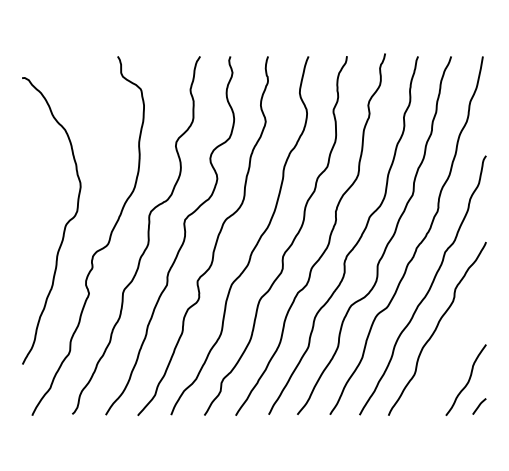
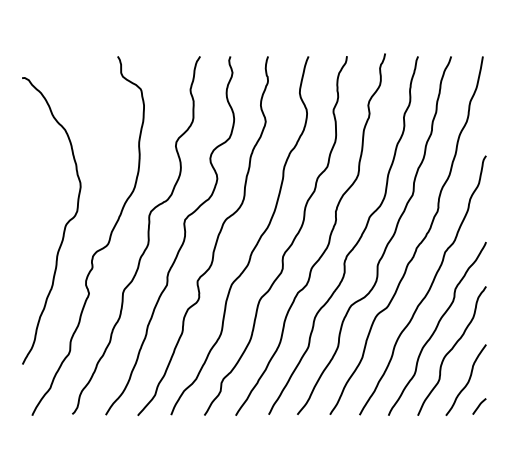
curve at (451, 350): none -> present
